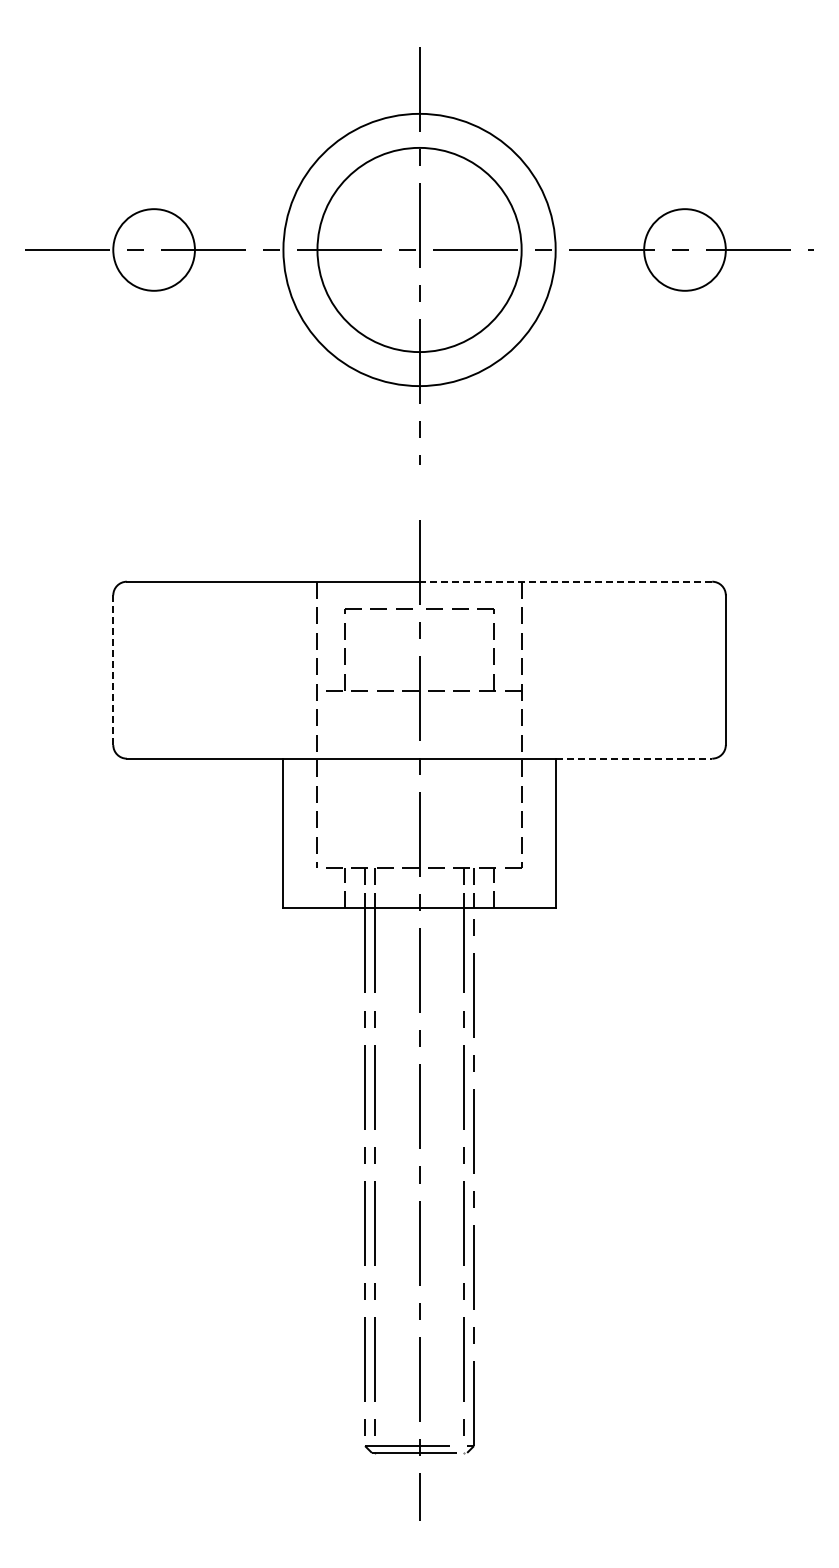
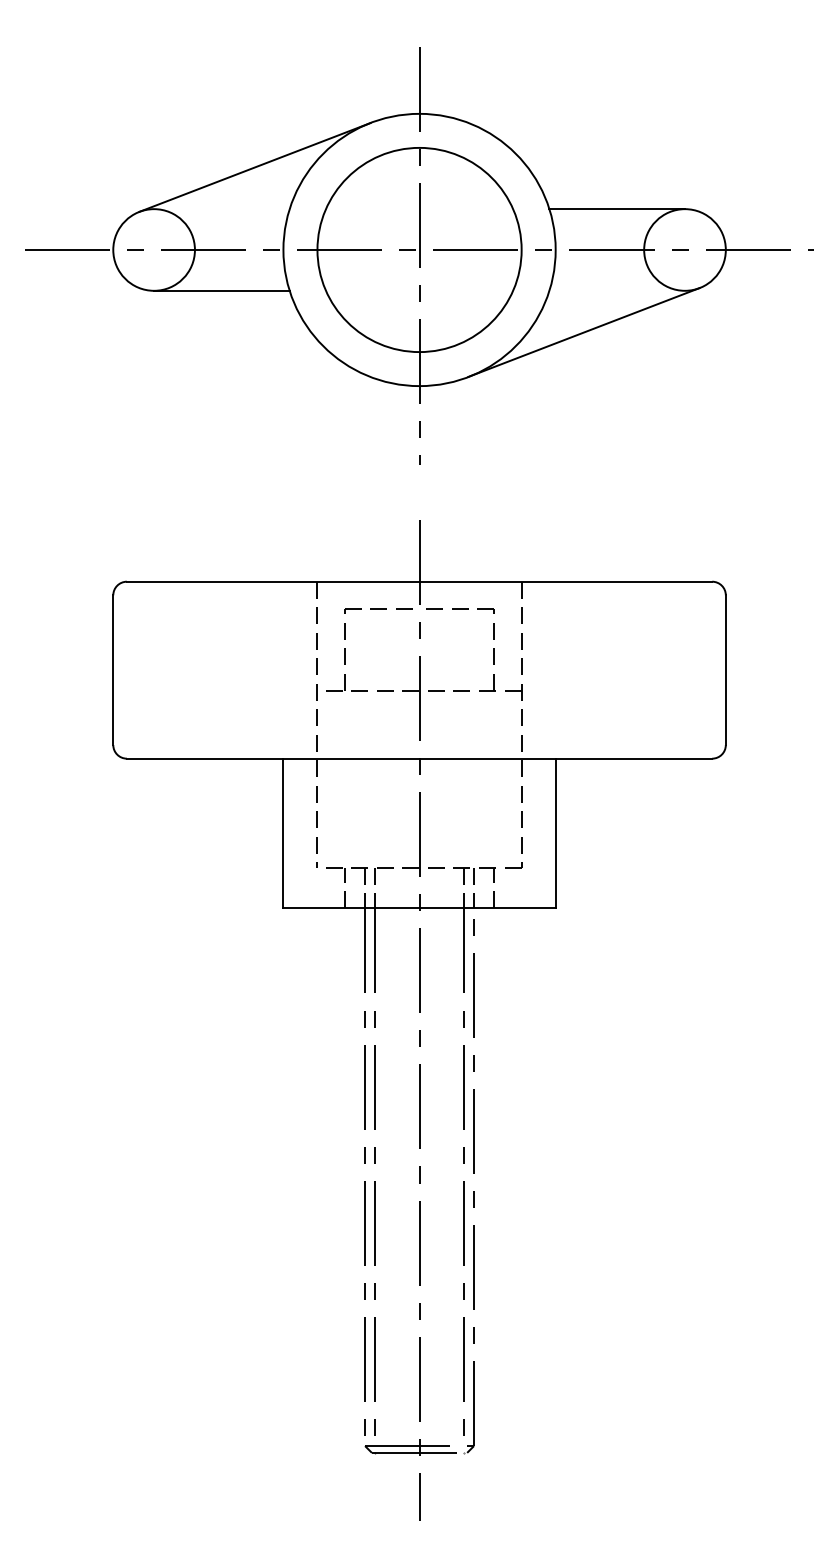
line at (254, 166): none -> present
line at (617, 209): none -> present
line at (221, 290): none -> present
line at (583, 332): none -> present
line at (565, 581): dashed -> solid
line at (113, 670): dashed -> solid
line at (634, 758): dashed -> solid
